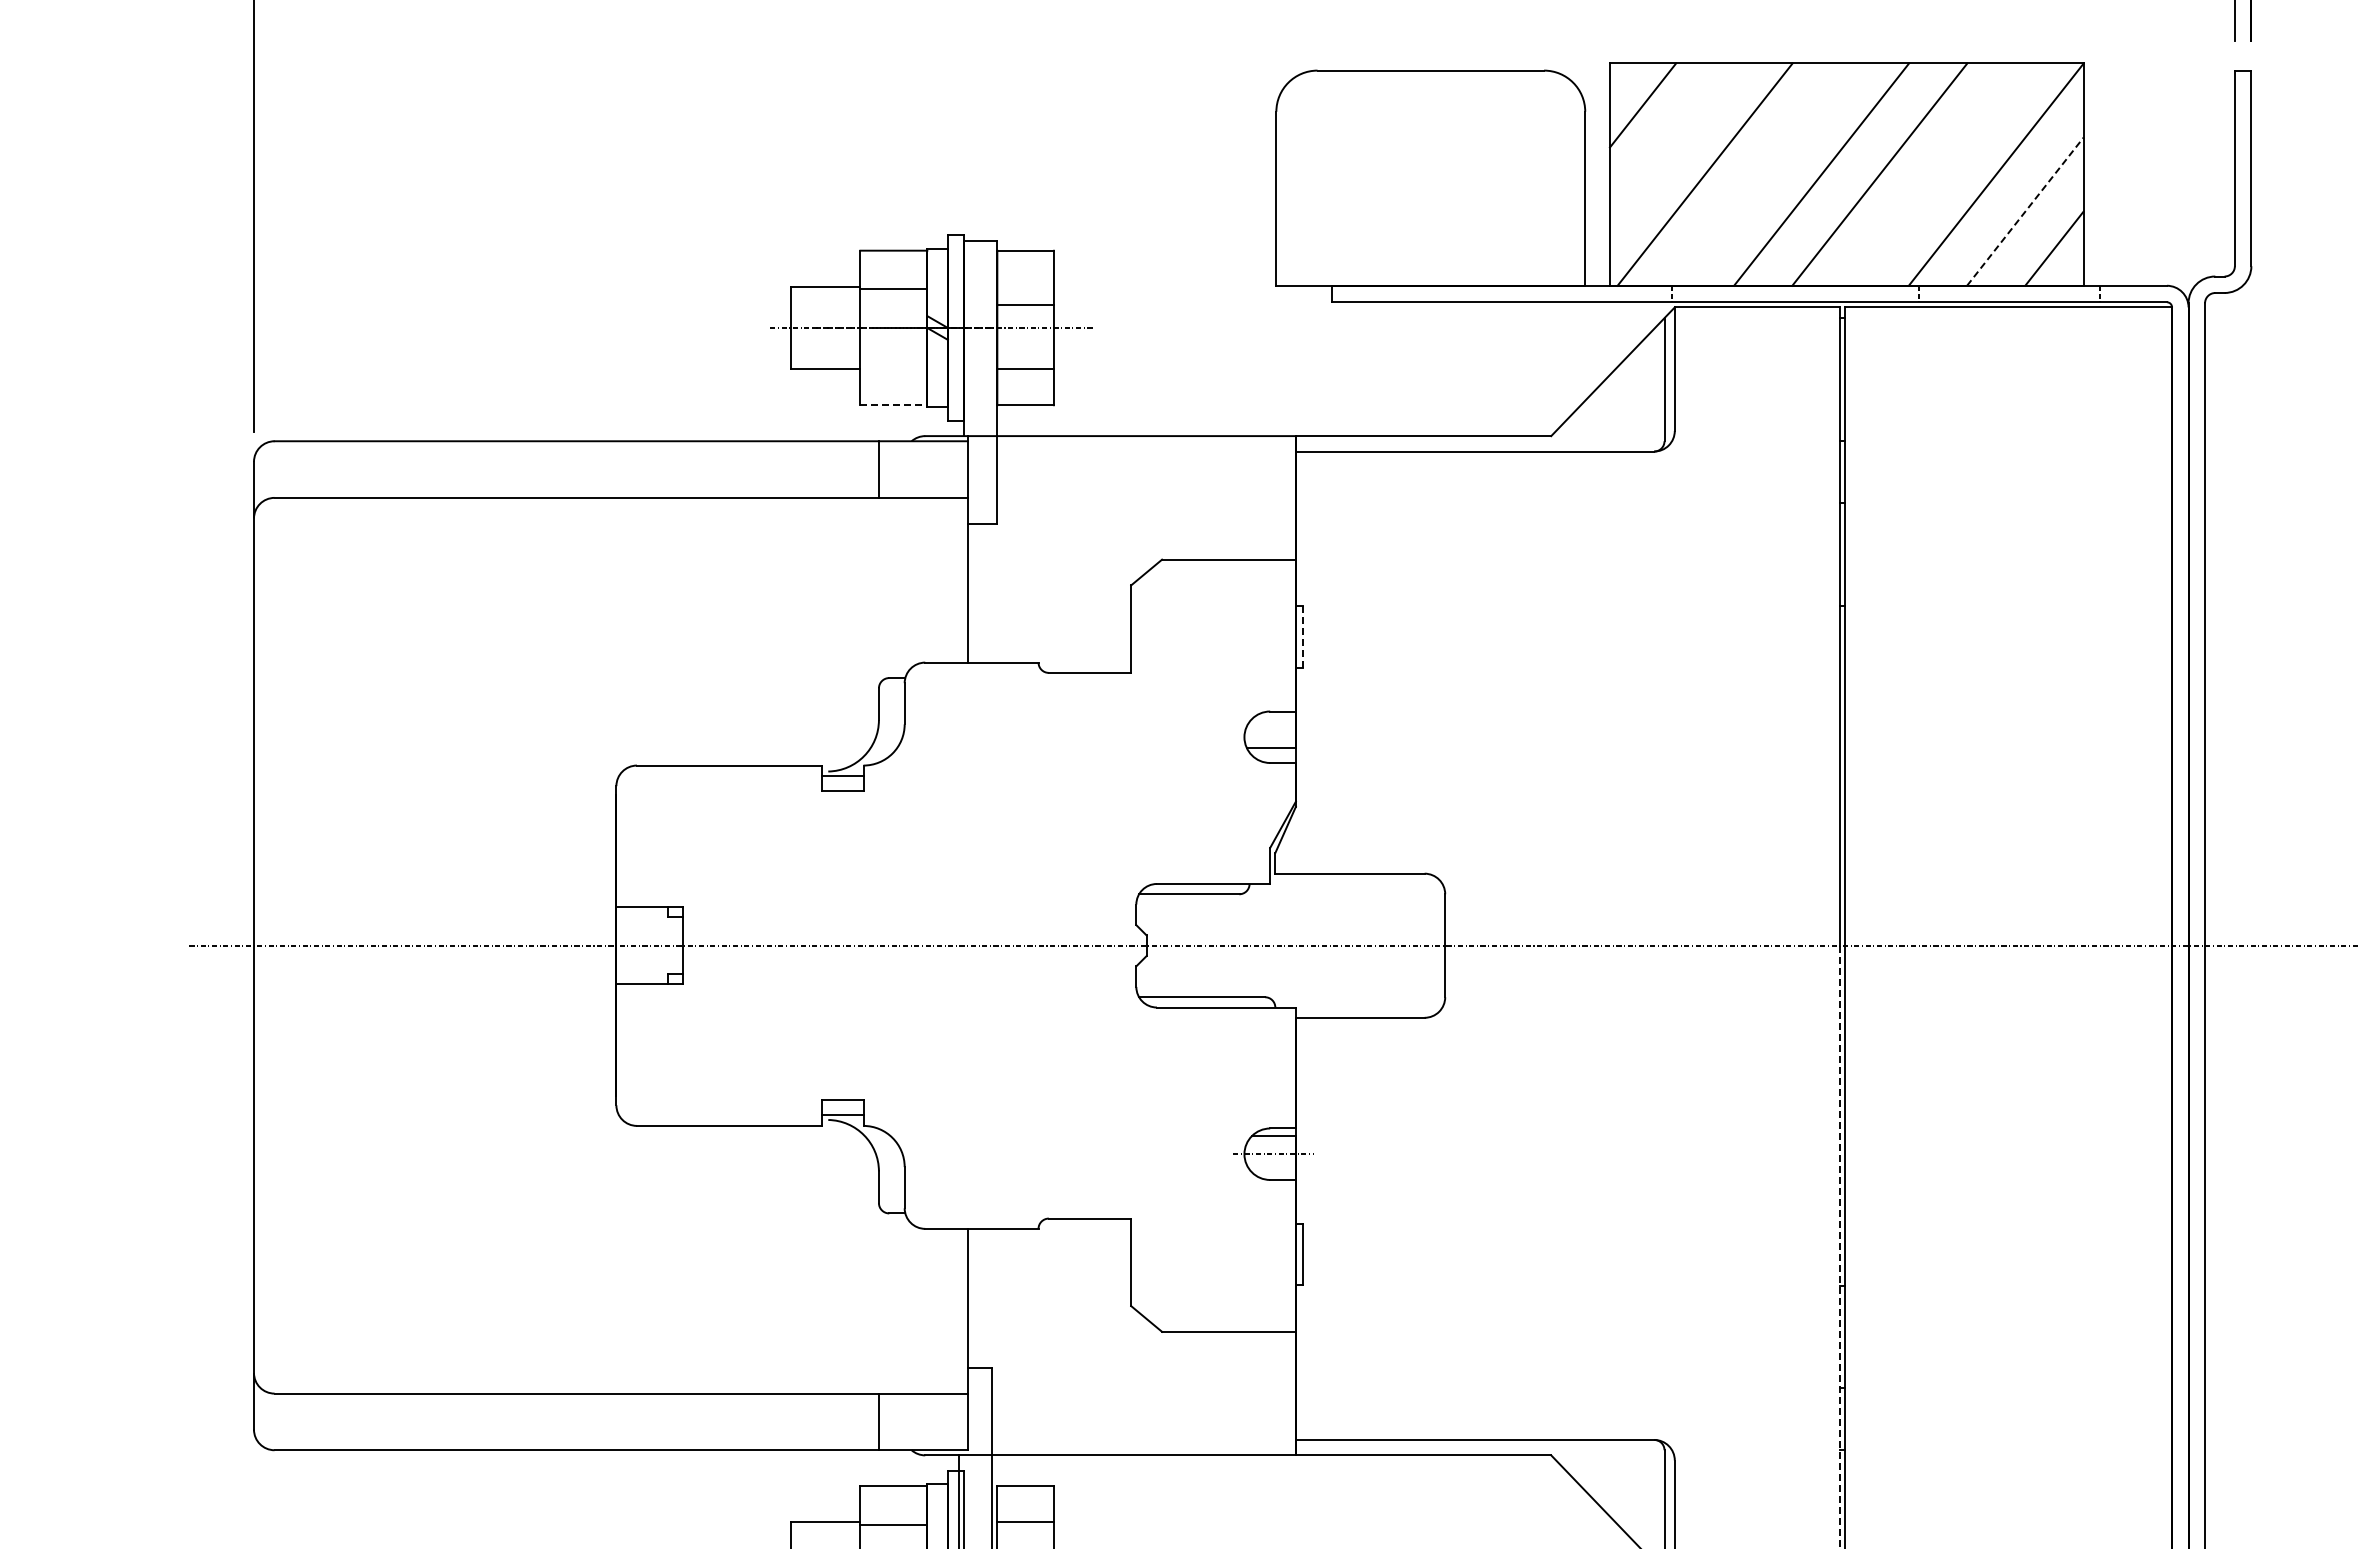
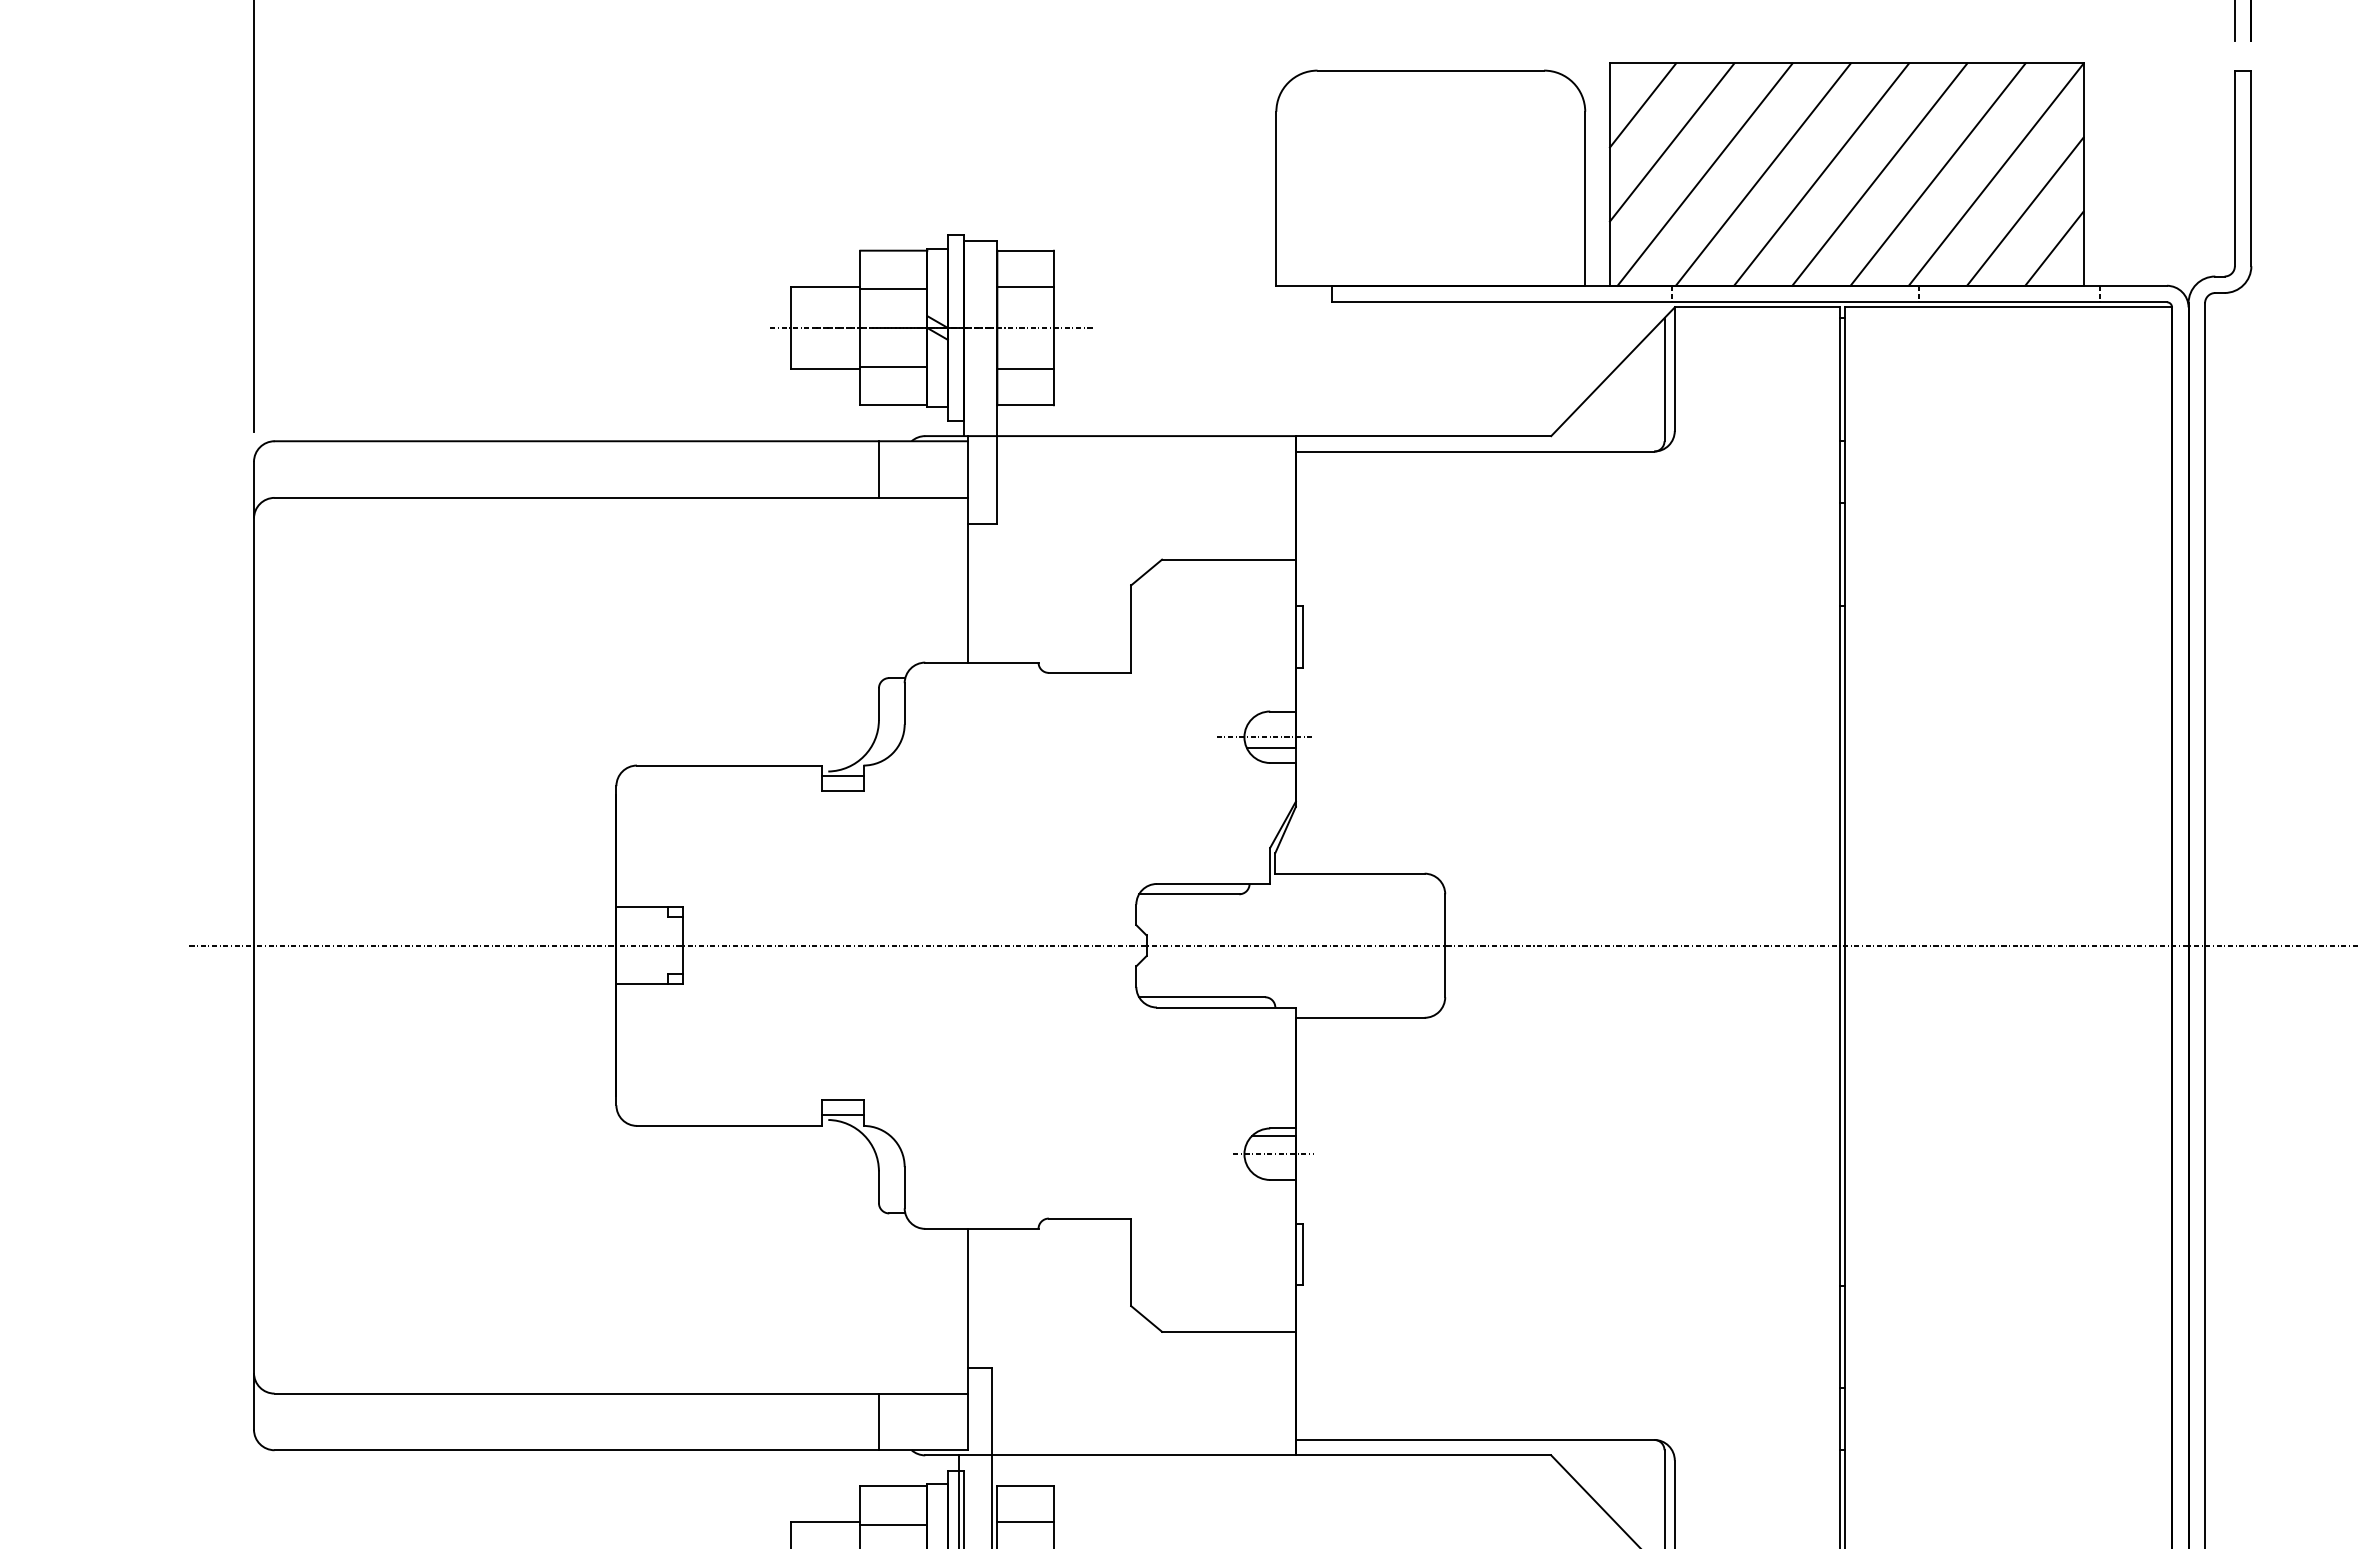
line at (1671, 142): none -> present
line at (1762, 174): none -> present
line at (1937, 174): none -> present
line at (2025, 211): dashed -> solid
line at (1025, 304) position: (1025, 304) -> (1025, 286)
line at (893, 366): none -> present
line at (894, 405): dashed -> solid
line at (1303, 636): dashed -> solid
line at (1264, 737): none -> present
line at (1839, 1247): dashed -> solid
